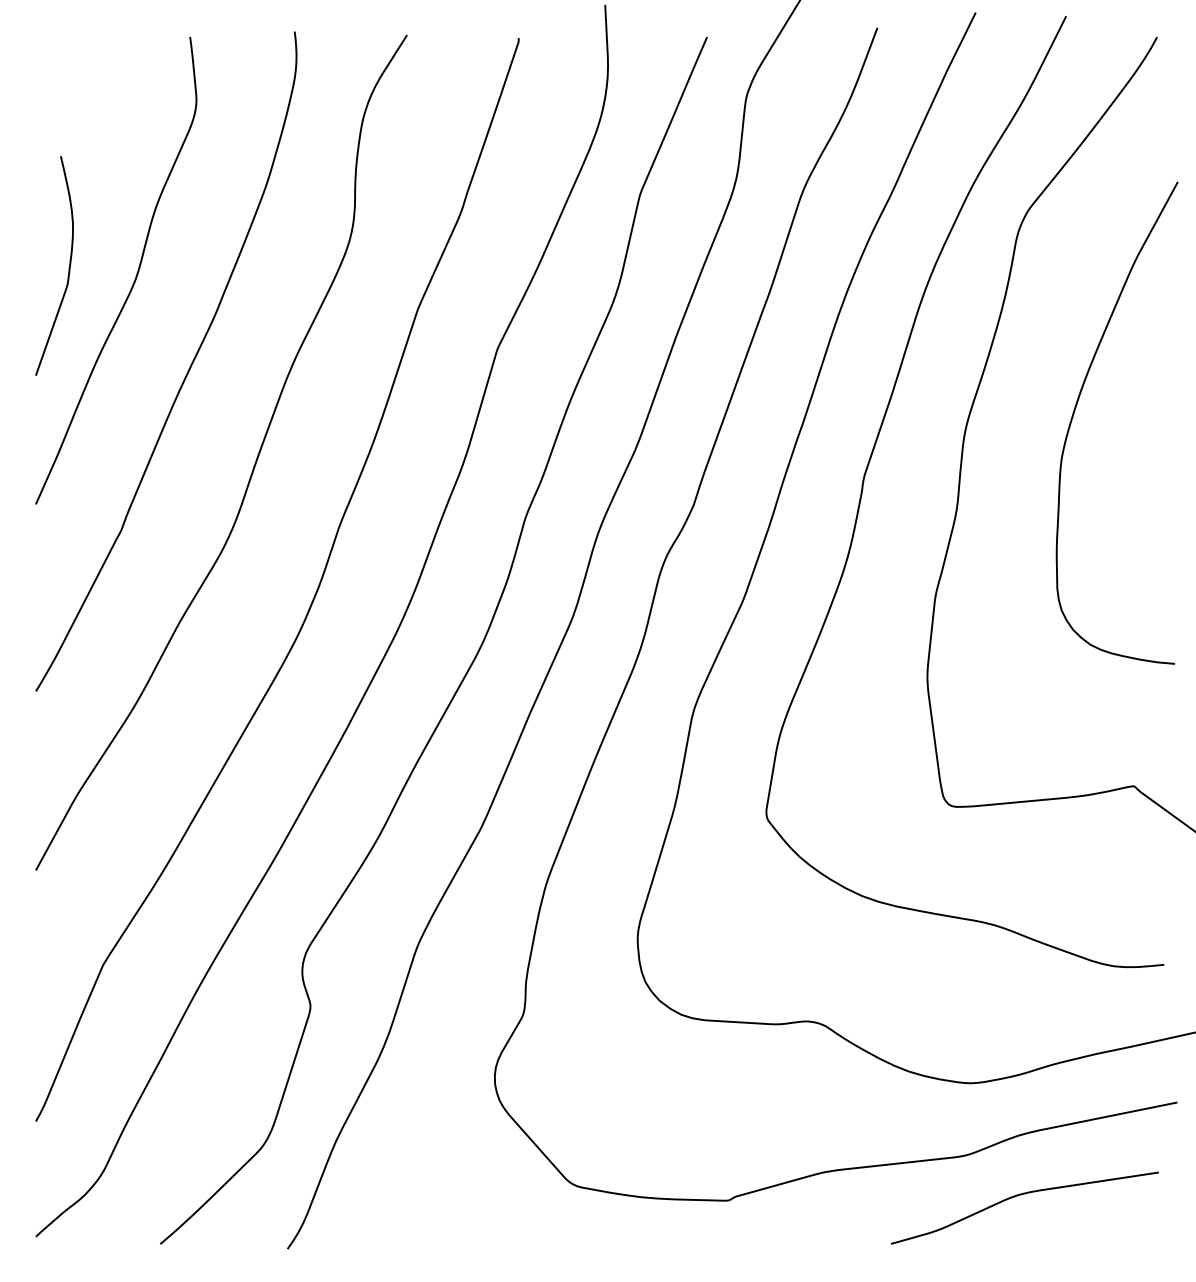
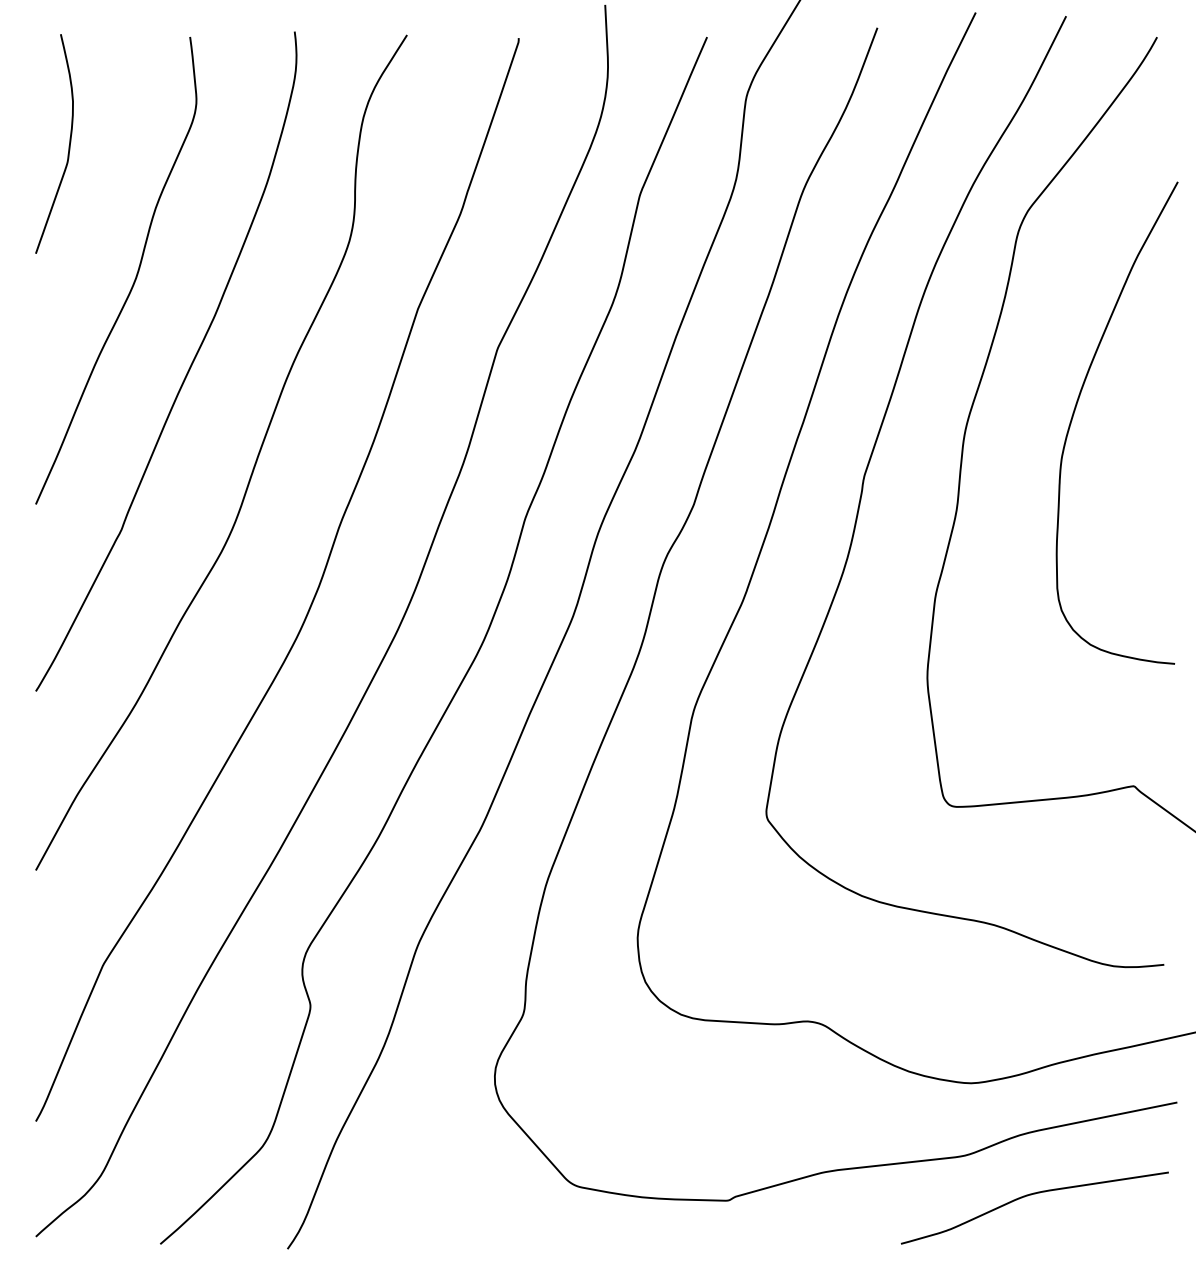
curve at (68, 267) position: (68, 267) -> (68, 145)
curve at (1021, 1195) position: (1021, 1195) -> (1031, 1195)
